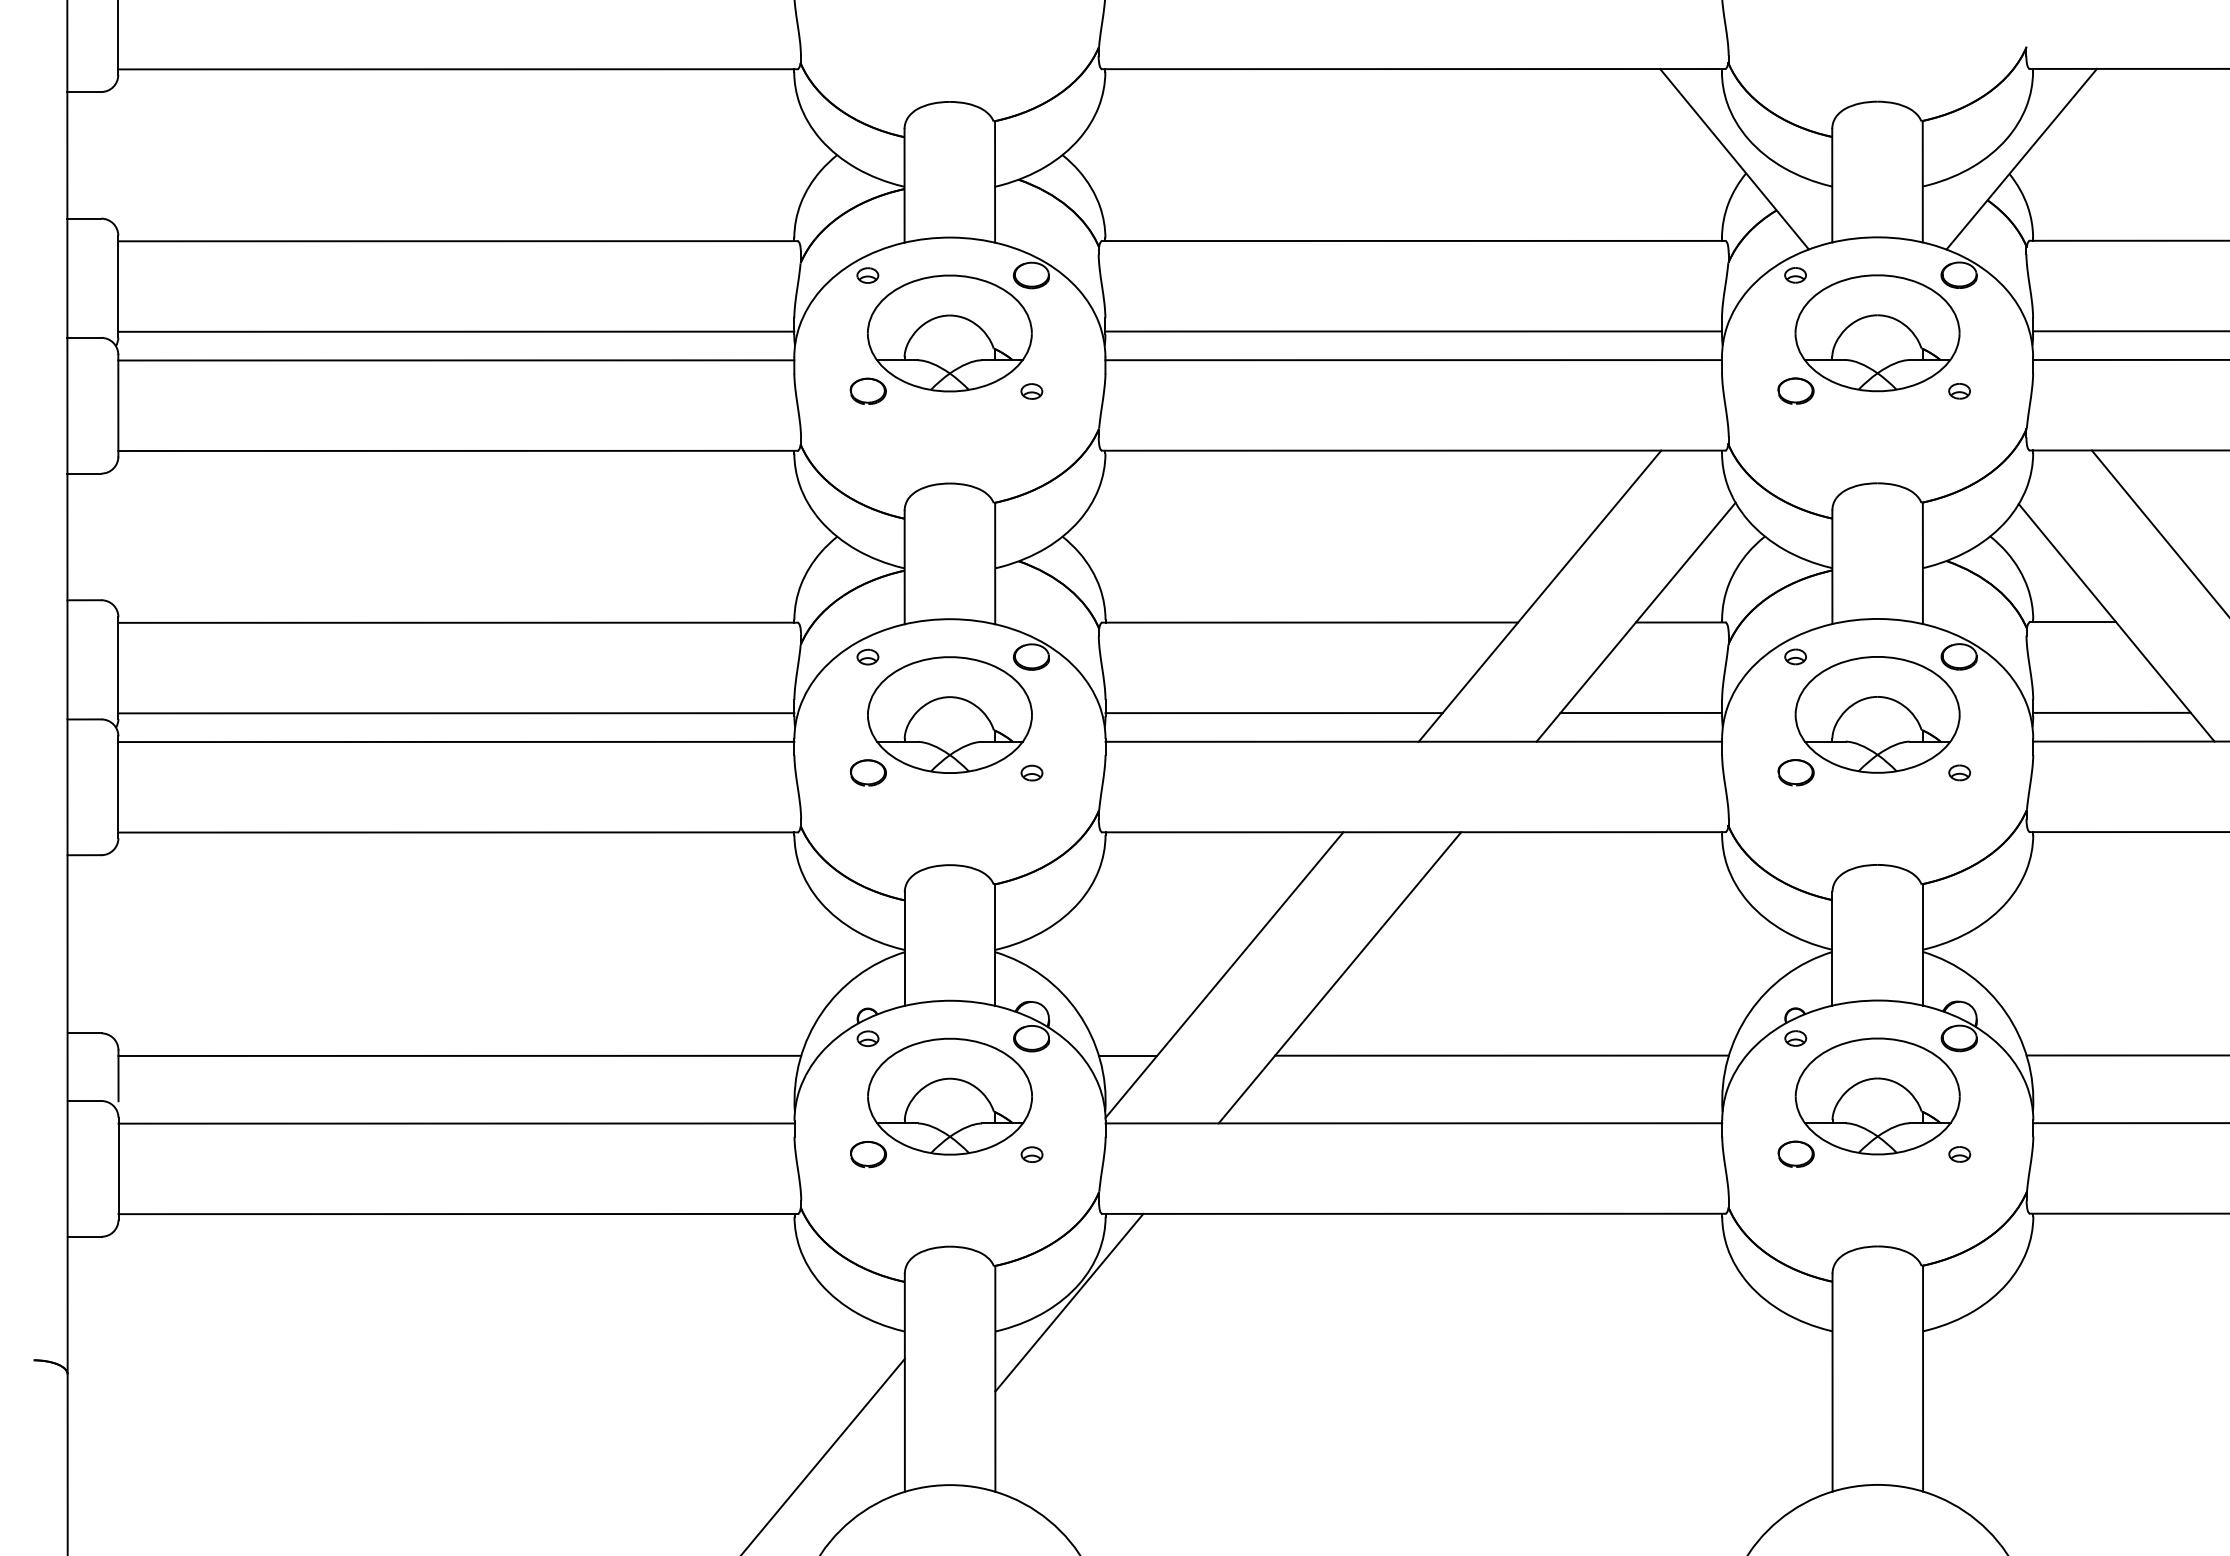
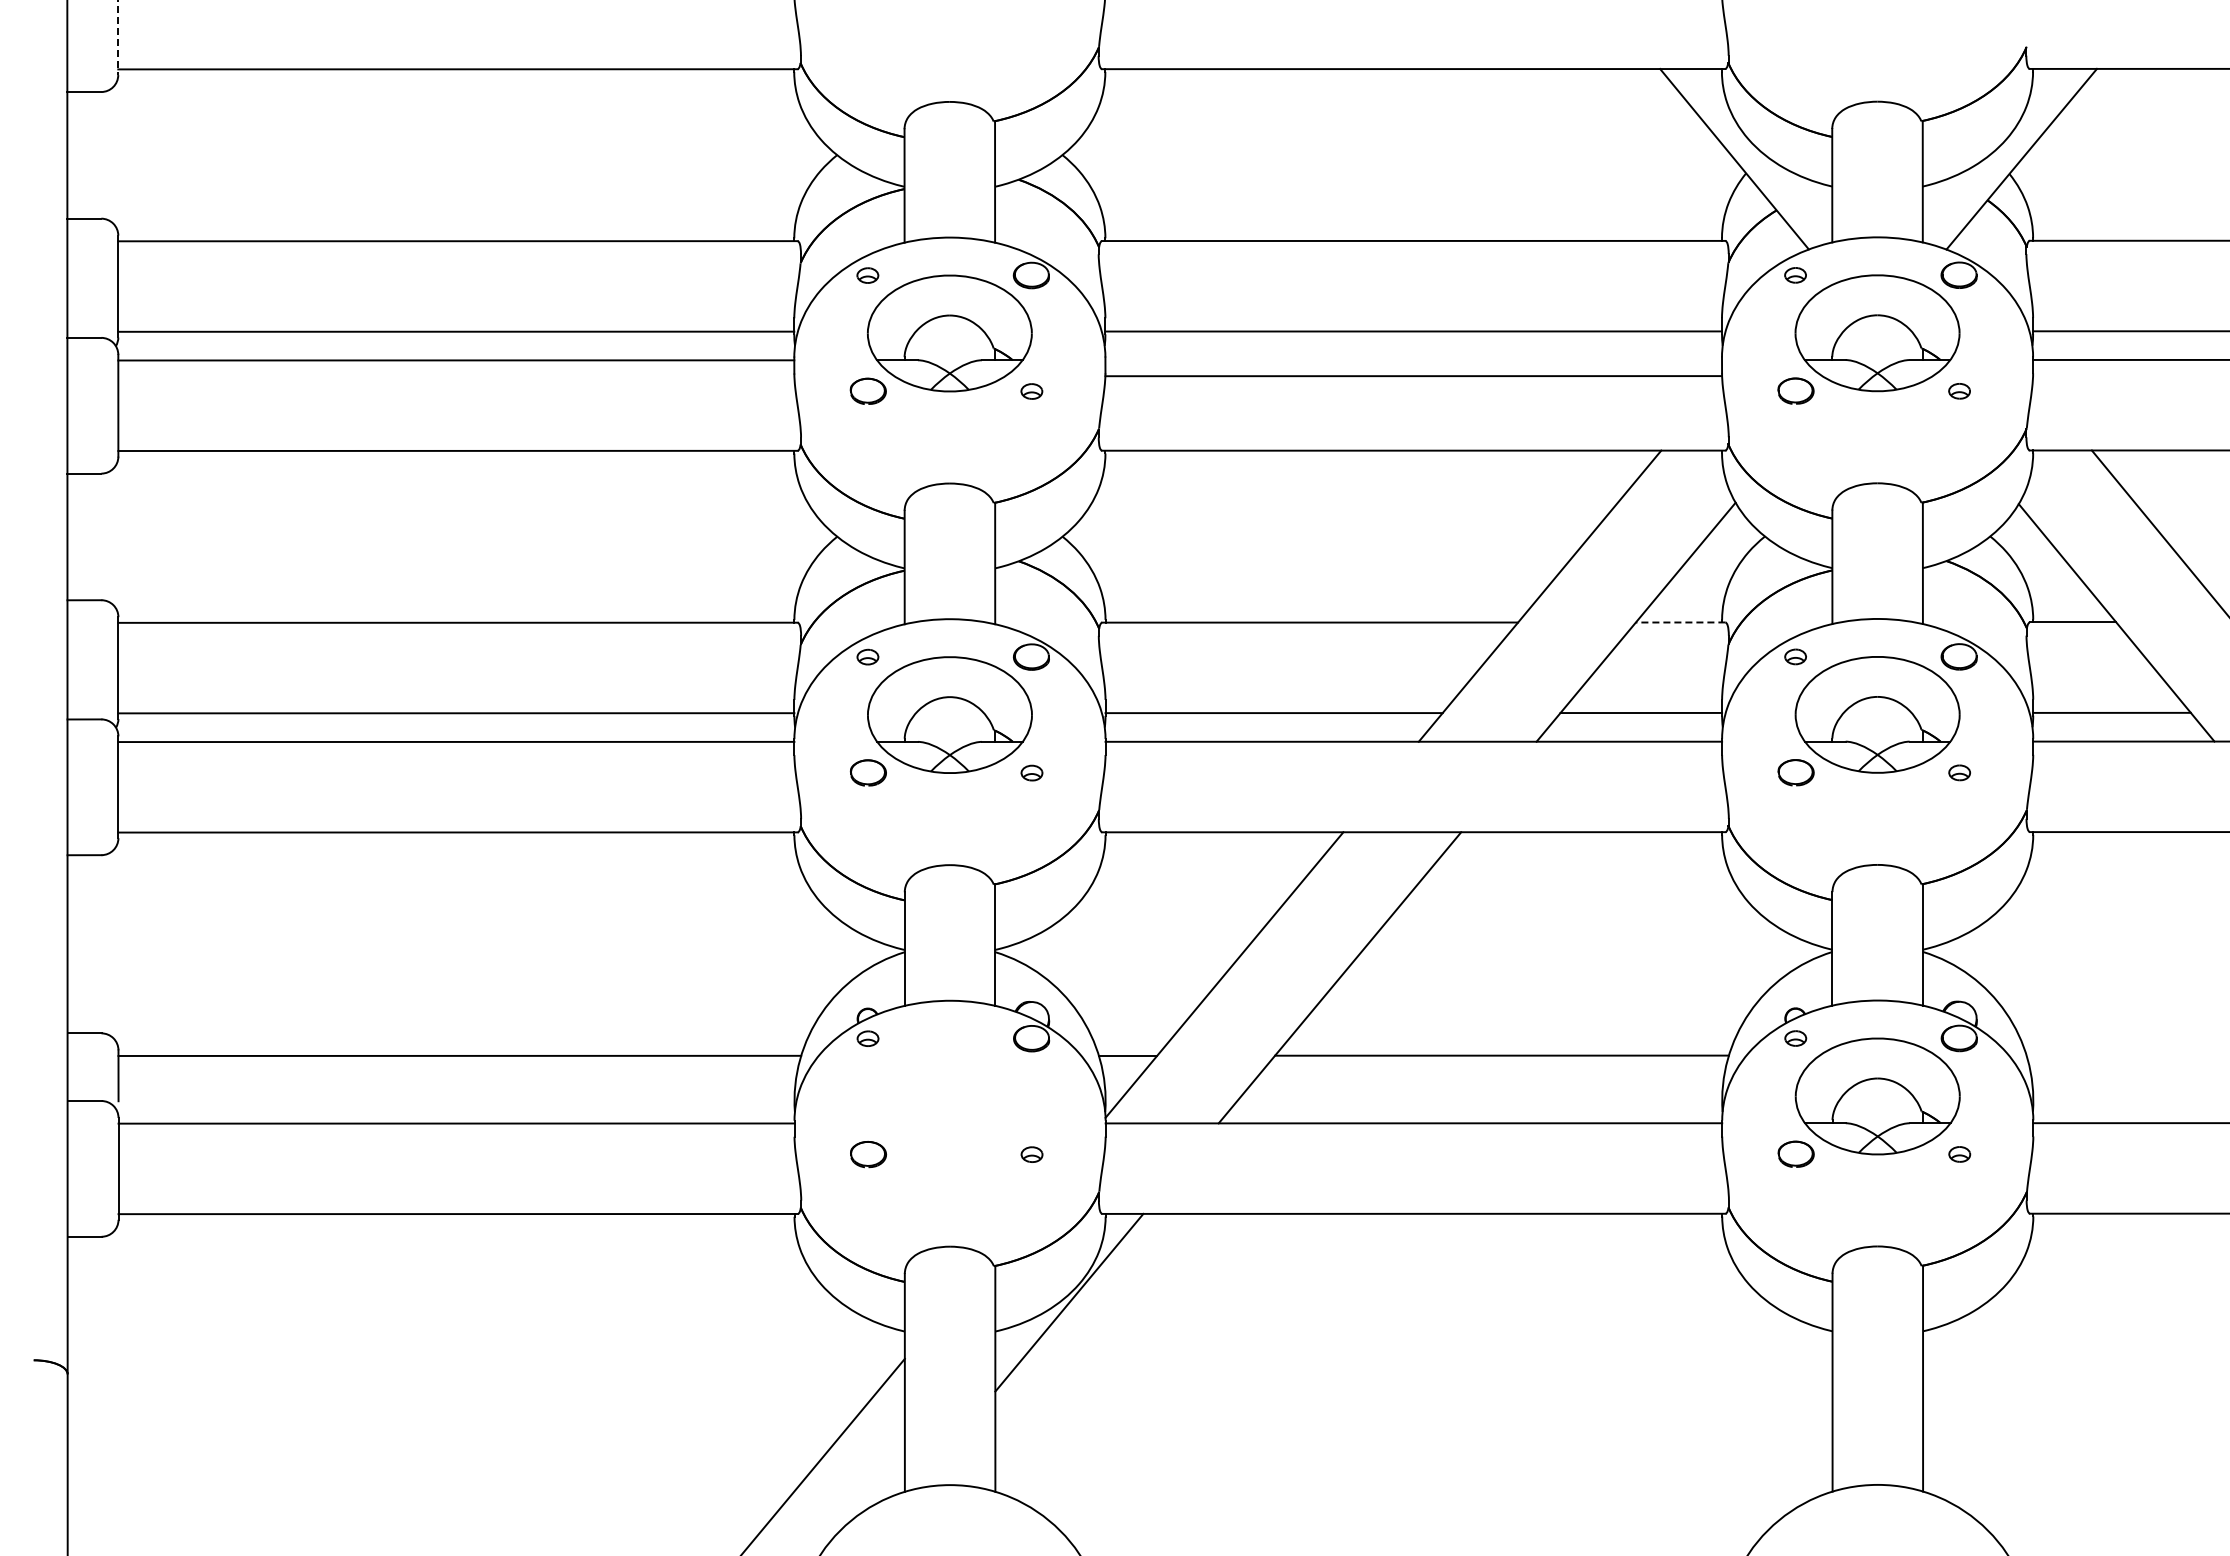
line at (118, 38): solid -> dashed
line at (1413, 360) position: (1413, 360) -> (1413, 376)
line at (1680, 622): solid -> dashed
line at (2126, 1055): present -> none
part at (949, 1096): present -> none
